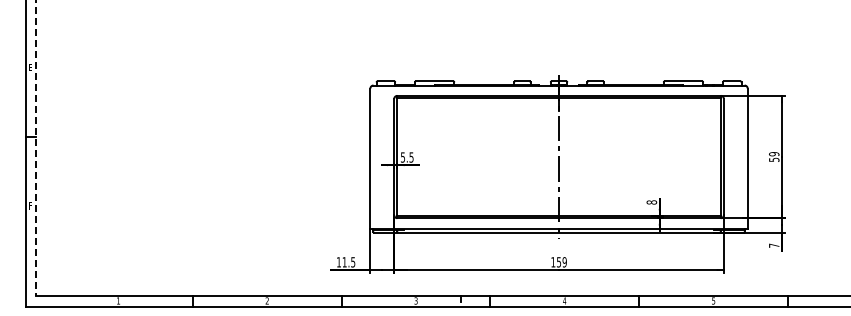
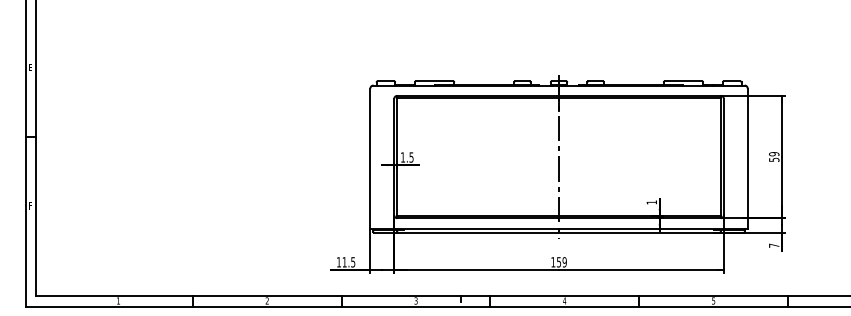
line at (35, 148): dashed -> solid
text at (403, 157): 5.5 -> 1.5
text at (651, 202): 8 -> 1
